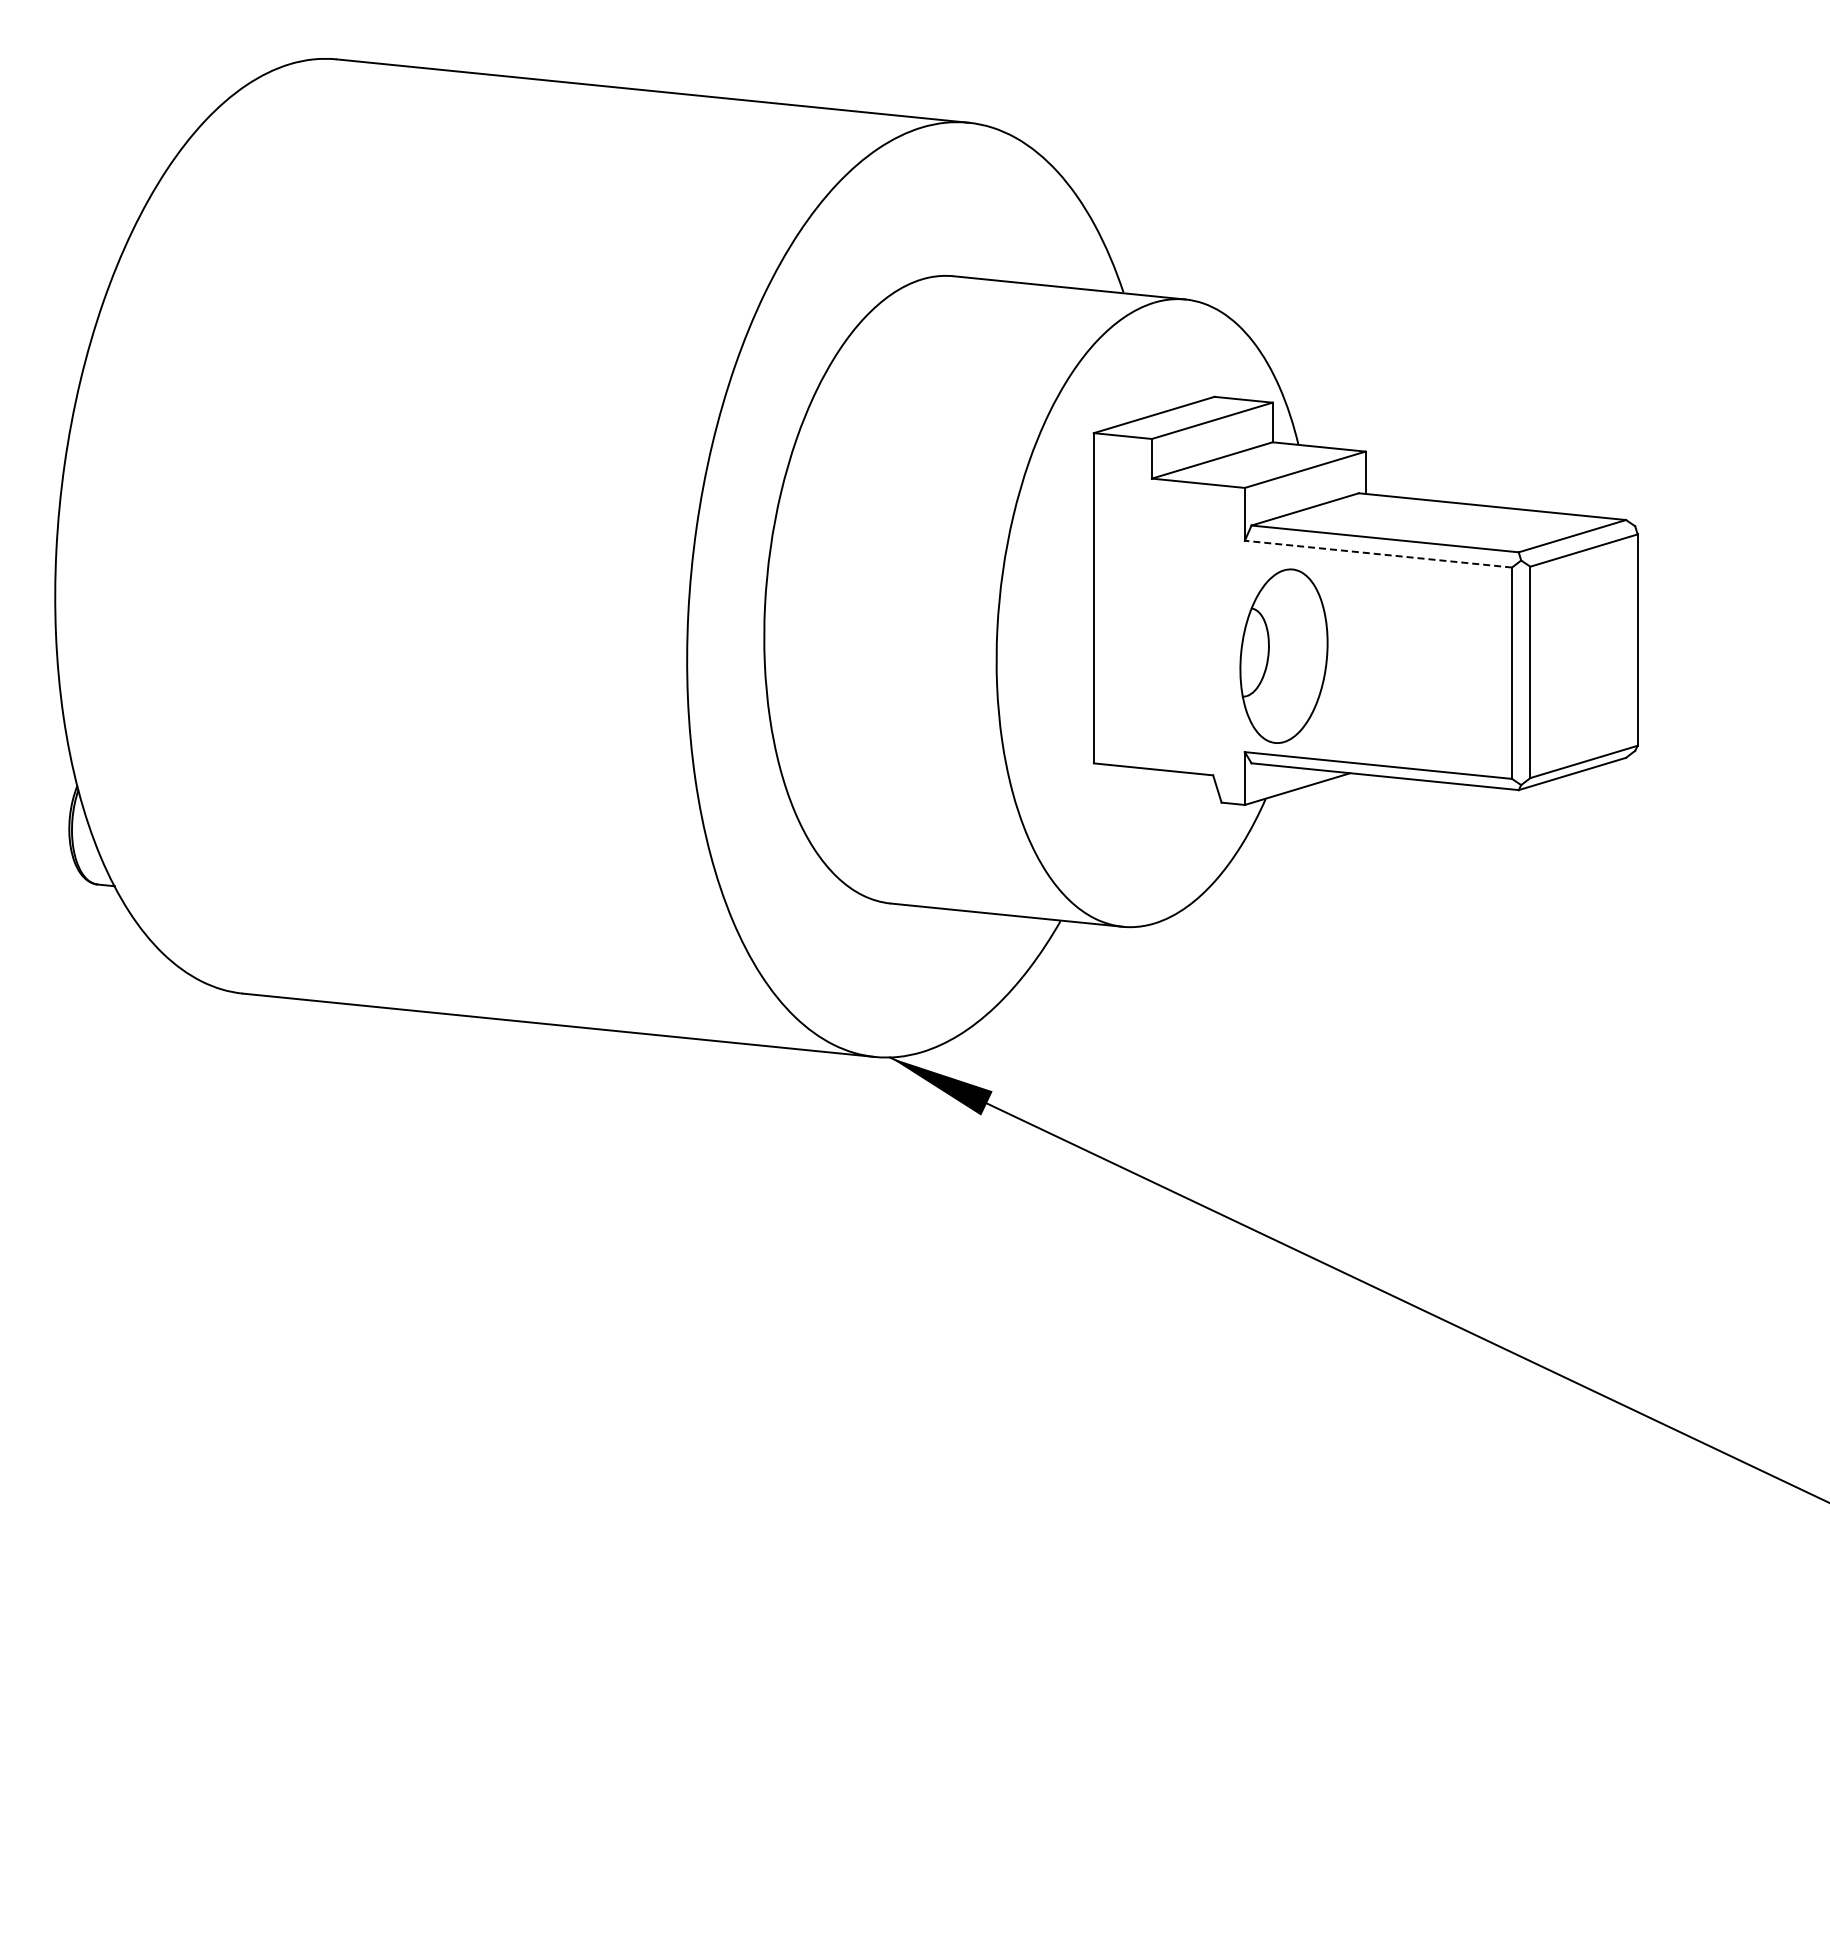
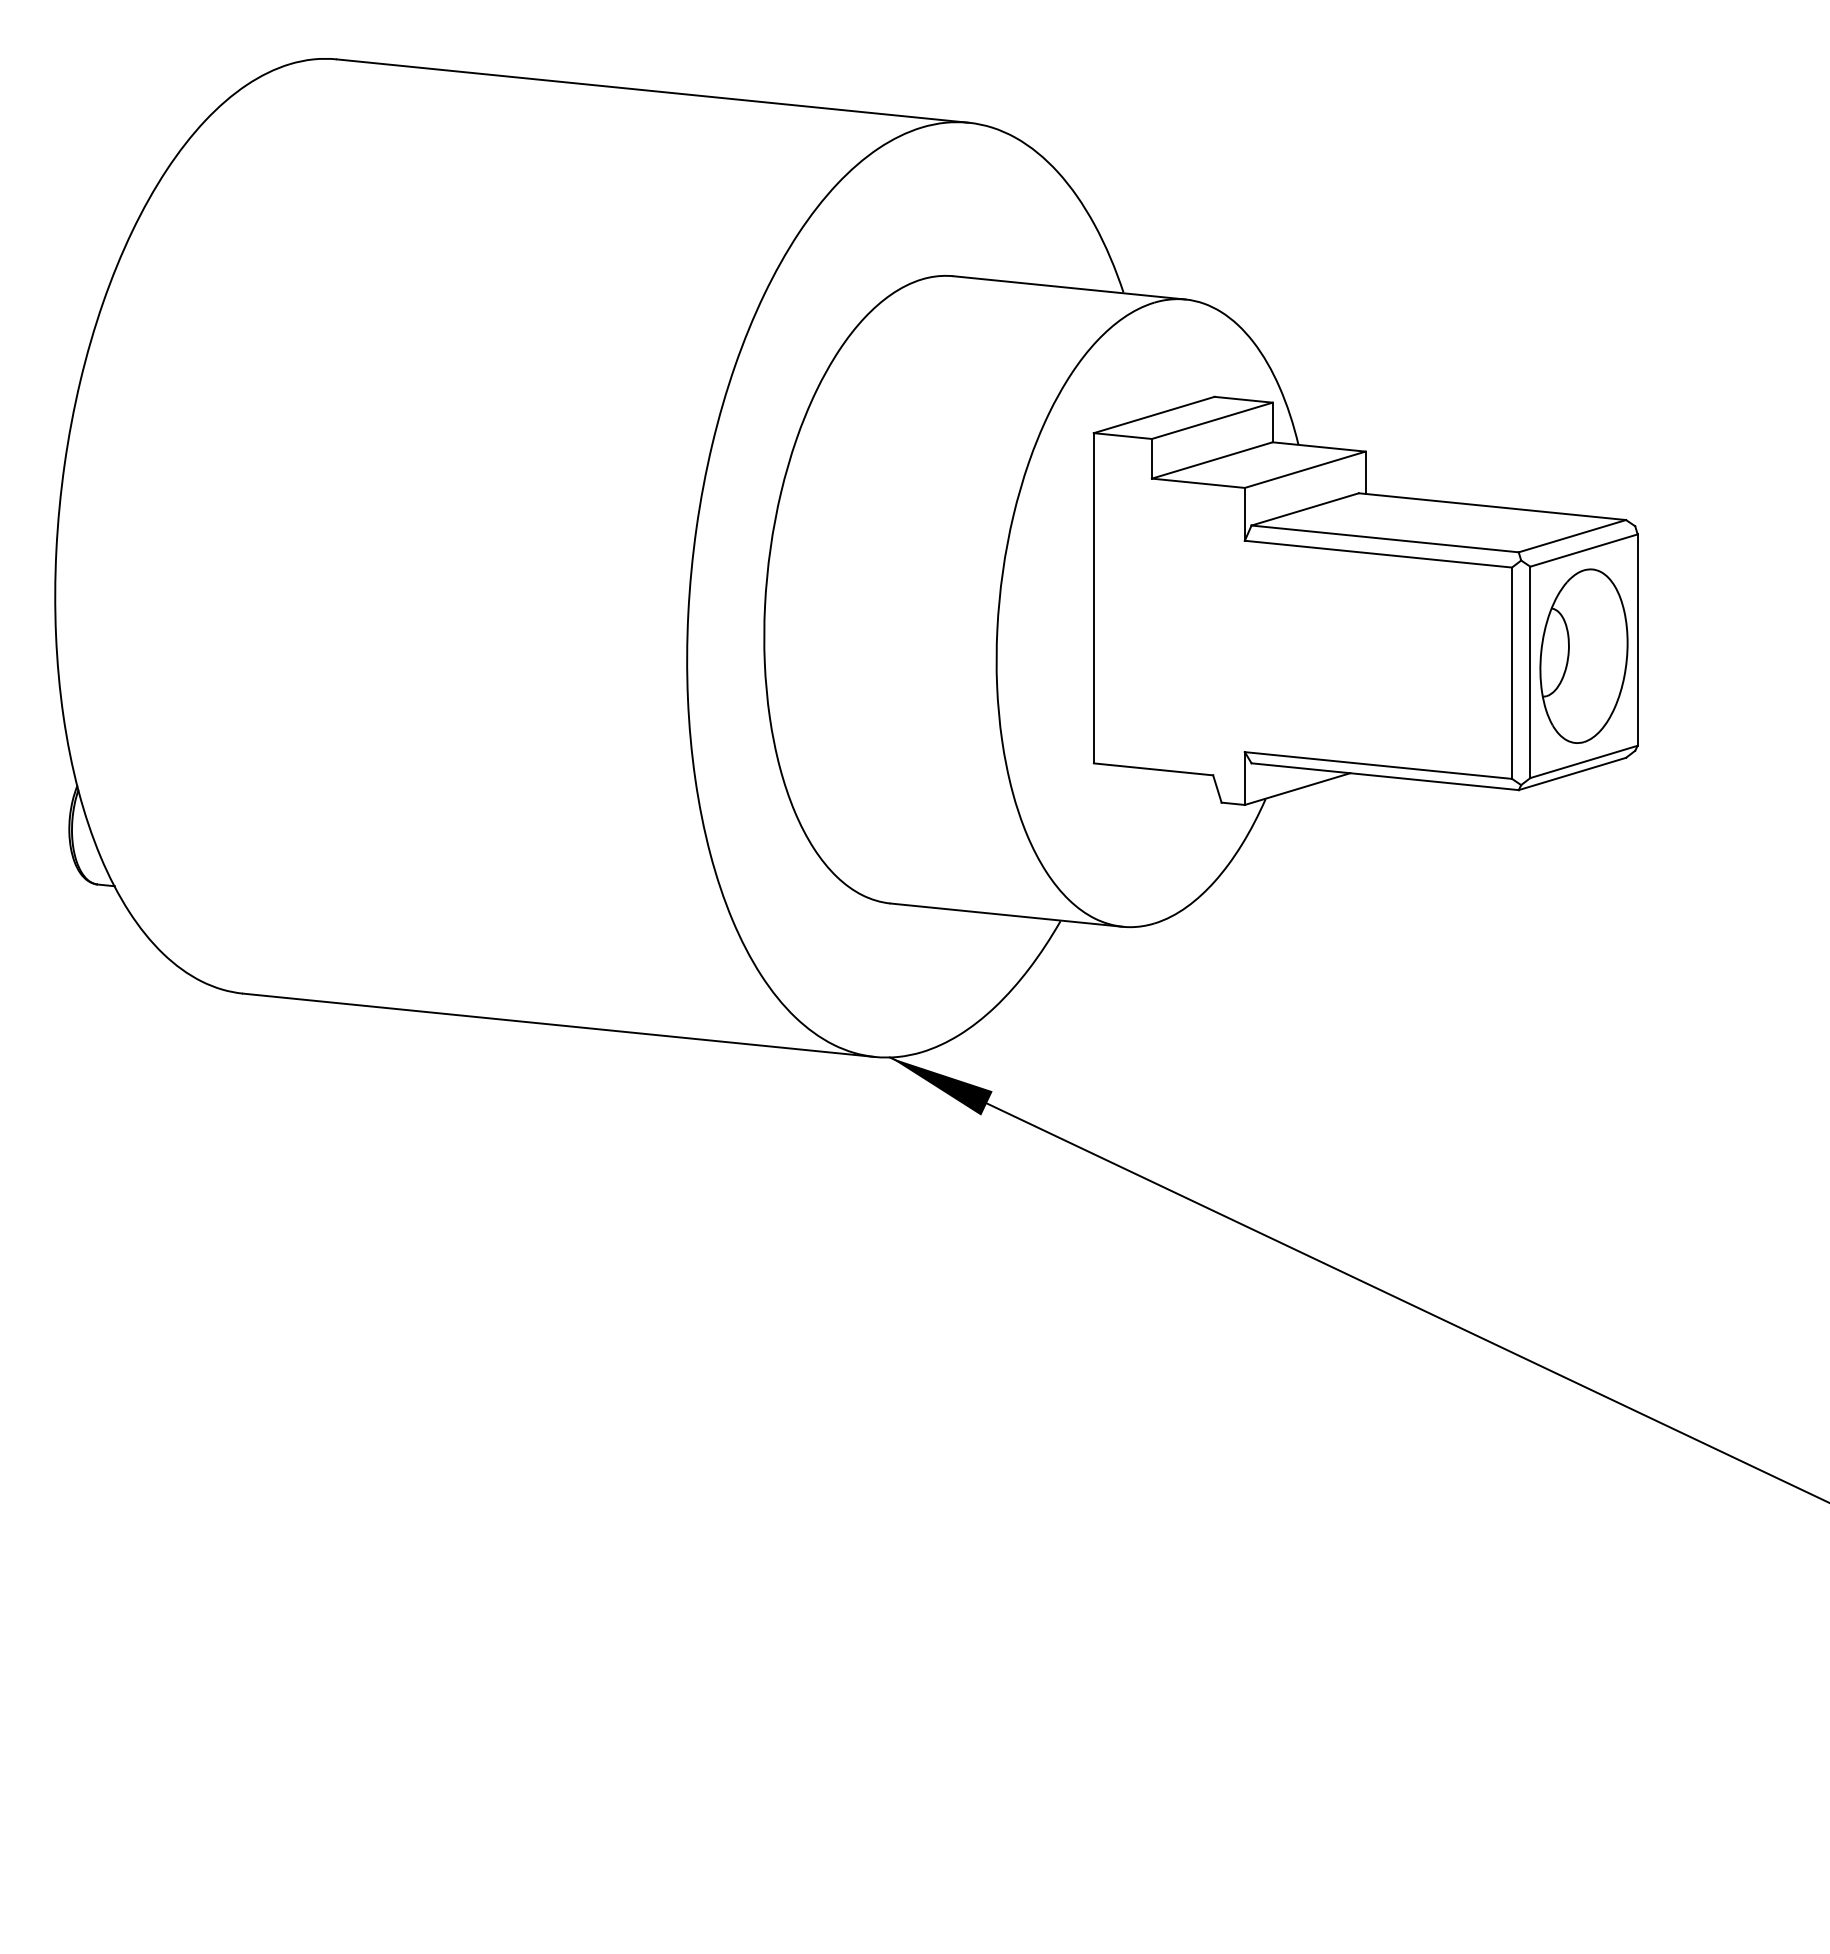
line at (1377, 554): dashed -> solid
part at (1283, 655) position: (1283, 655) -> (1583, 655)
